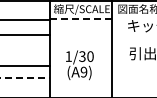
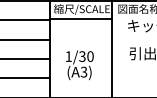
line at (81, 19): dashed -> solid
line at (26, 34) position: (26, 34) -> (26, 39)
line at (26, 65) position: (26, 65) -> (26, 58)
text at (83, 72): (A9) -> (A3)
line at (25, 78): dashed -> solid
